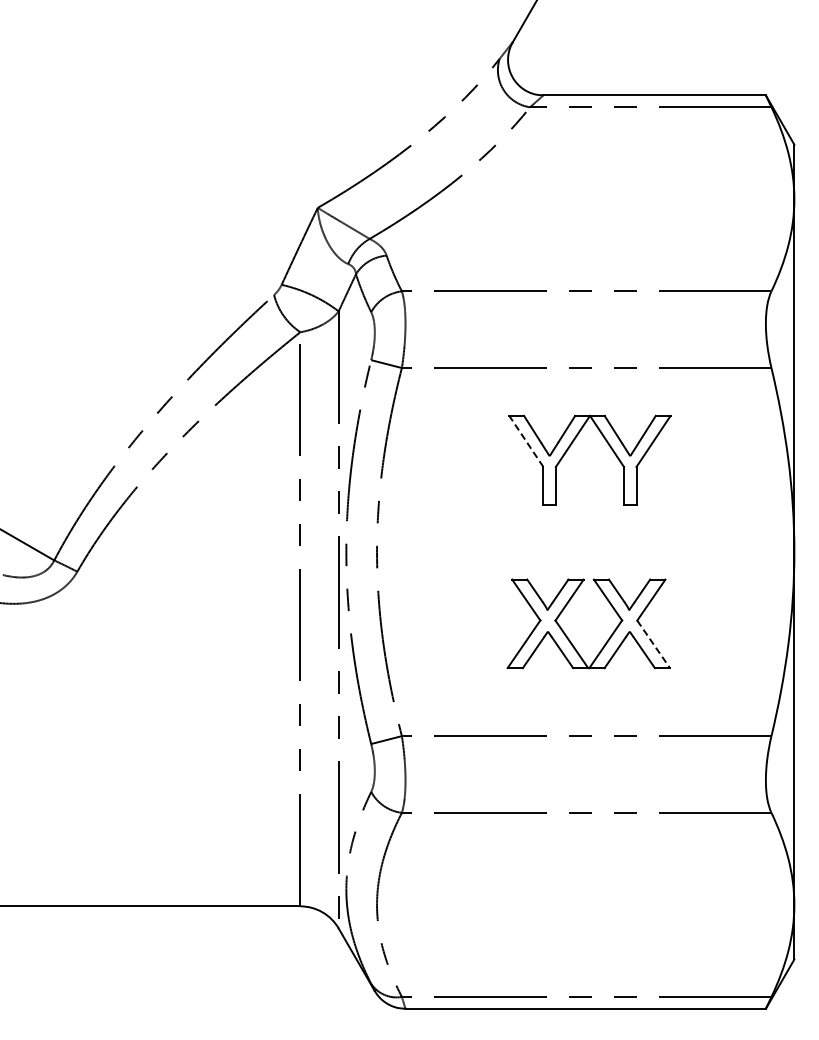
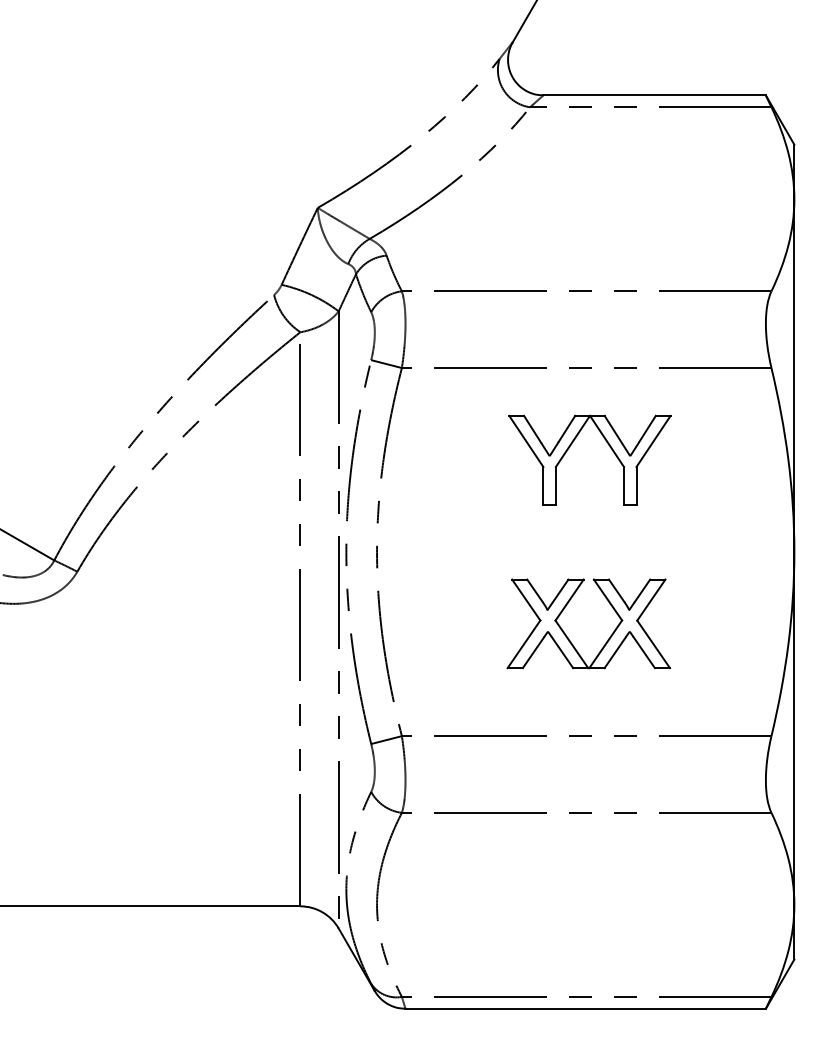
line at (526, 441): dashed -> solid
line at (653, 644): dashed -> solid
